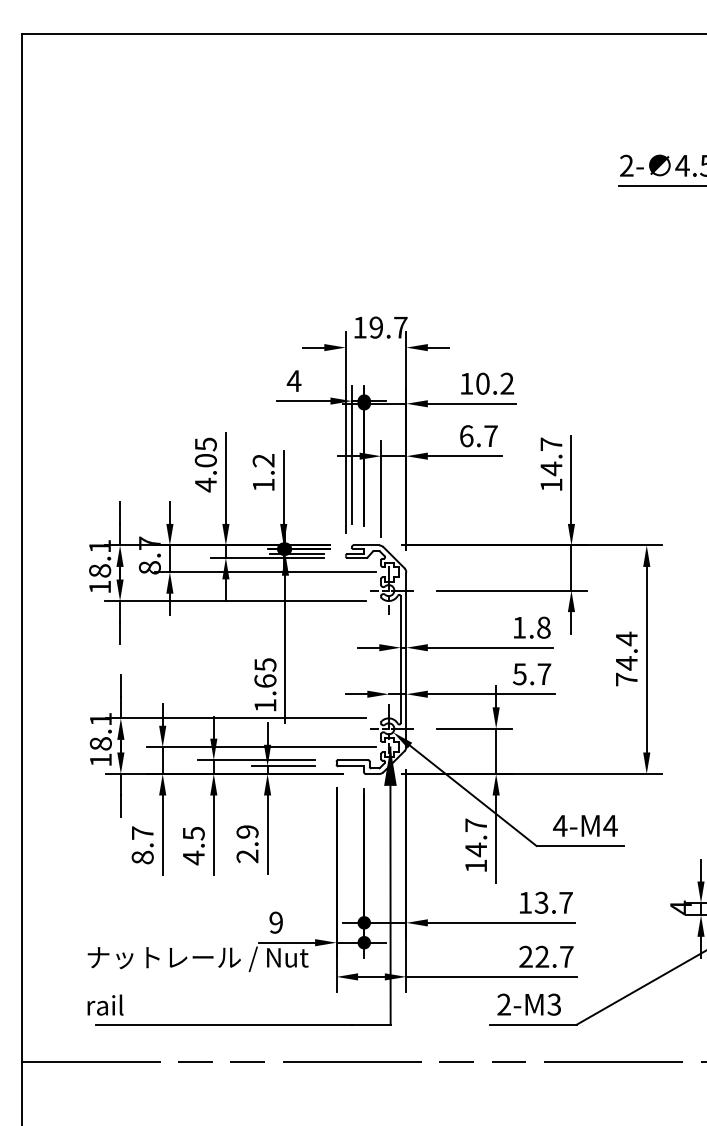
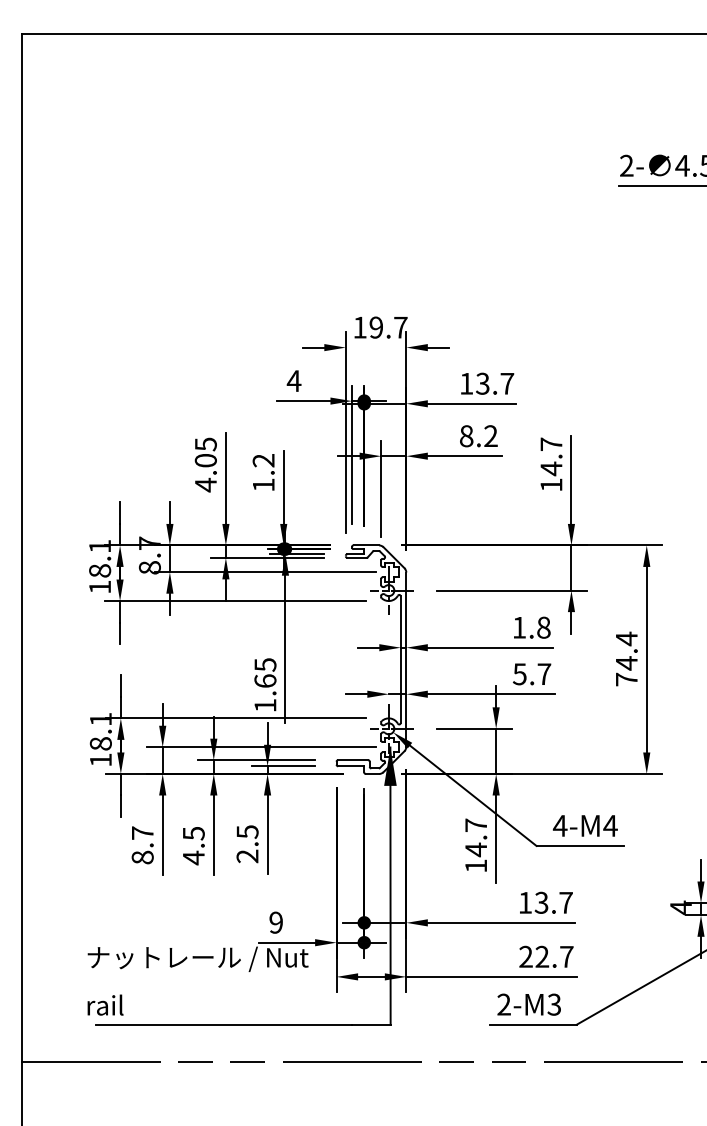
text at (495, 383): 10.2 -> 13.7
text at (478, 436): 6.7 -> 8.2
text at (247, 831): 2.9 -> 2.5
